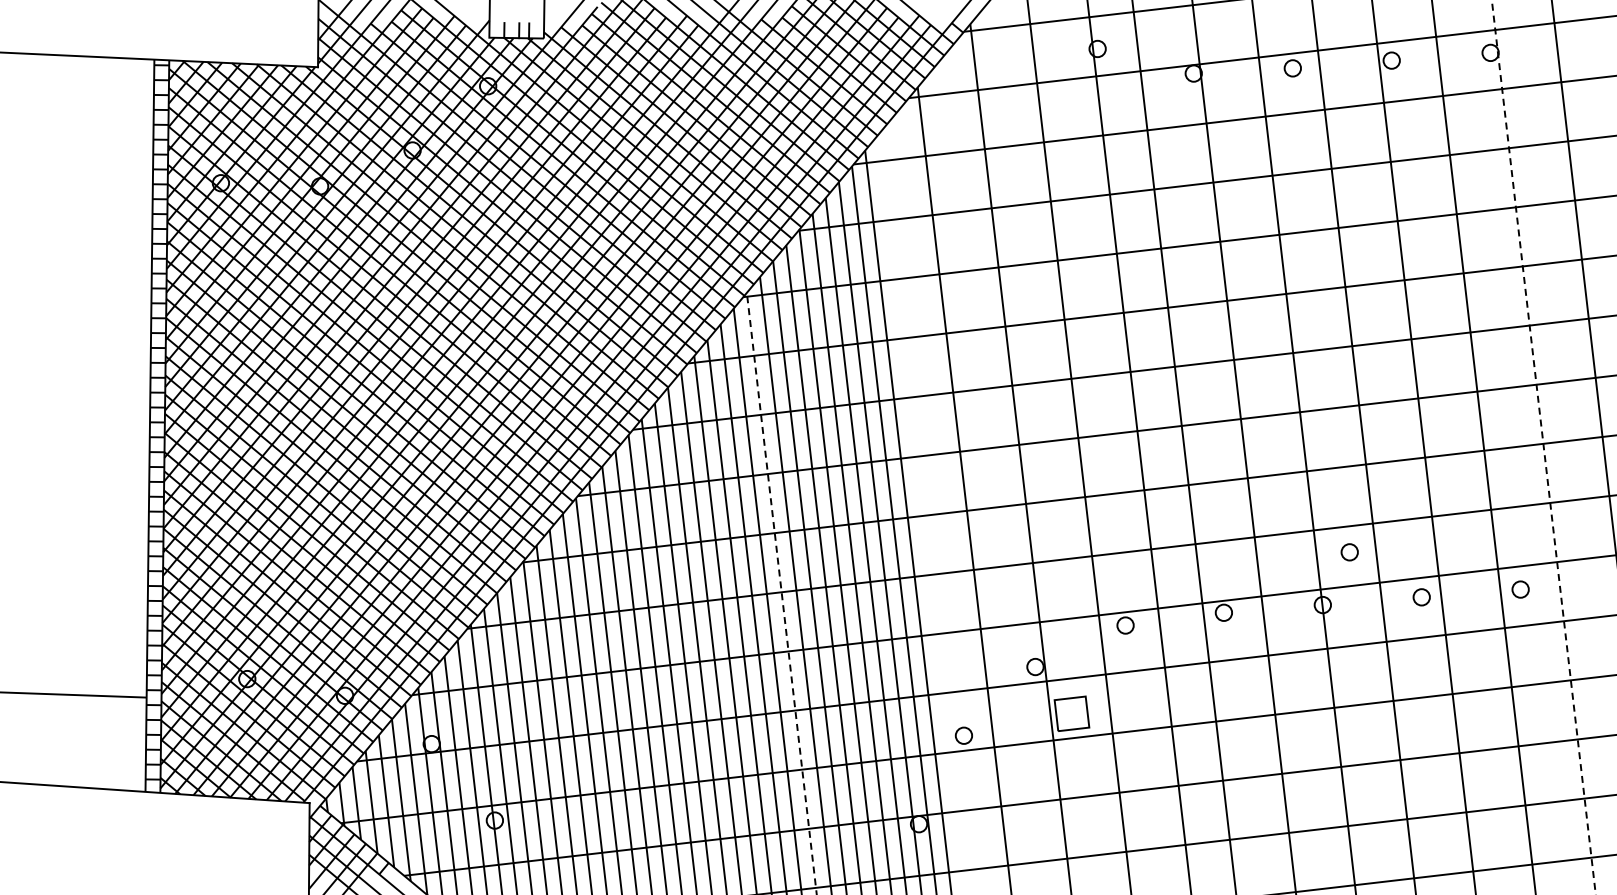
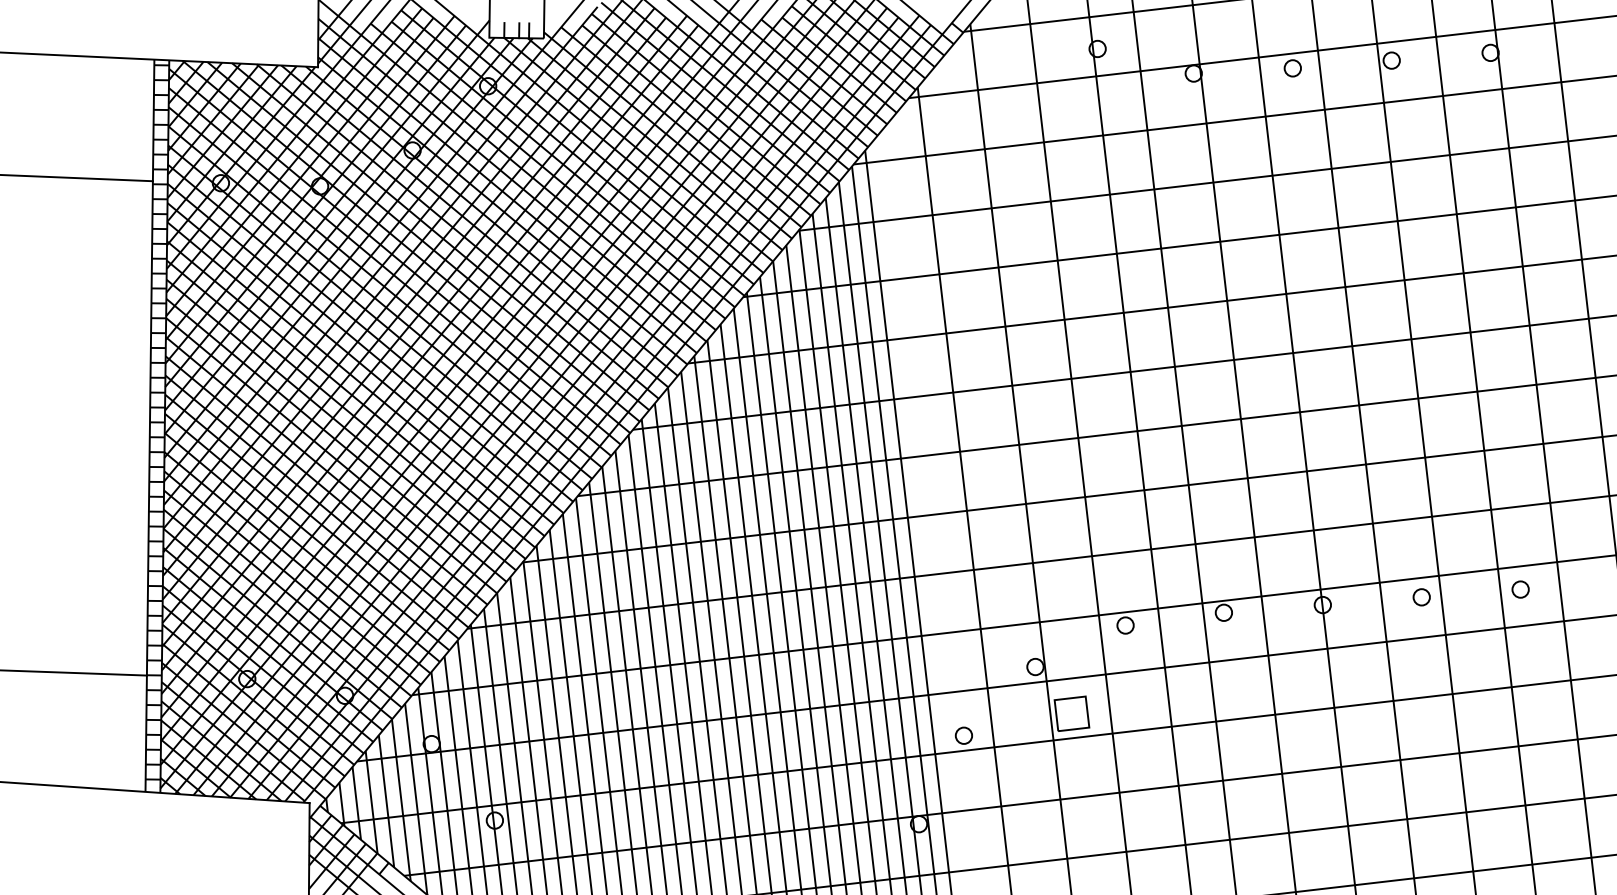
line at (77, 178): none -> present
line at (1543, 447): dashed -> solid
circle at (1349, 552): present -> none
line at (781, 593): dashed -> solid
line at (73, 694) position: (73, 694) -> (74, 672)
